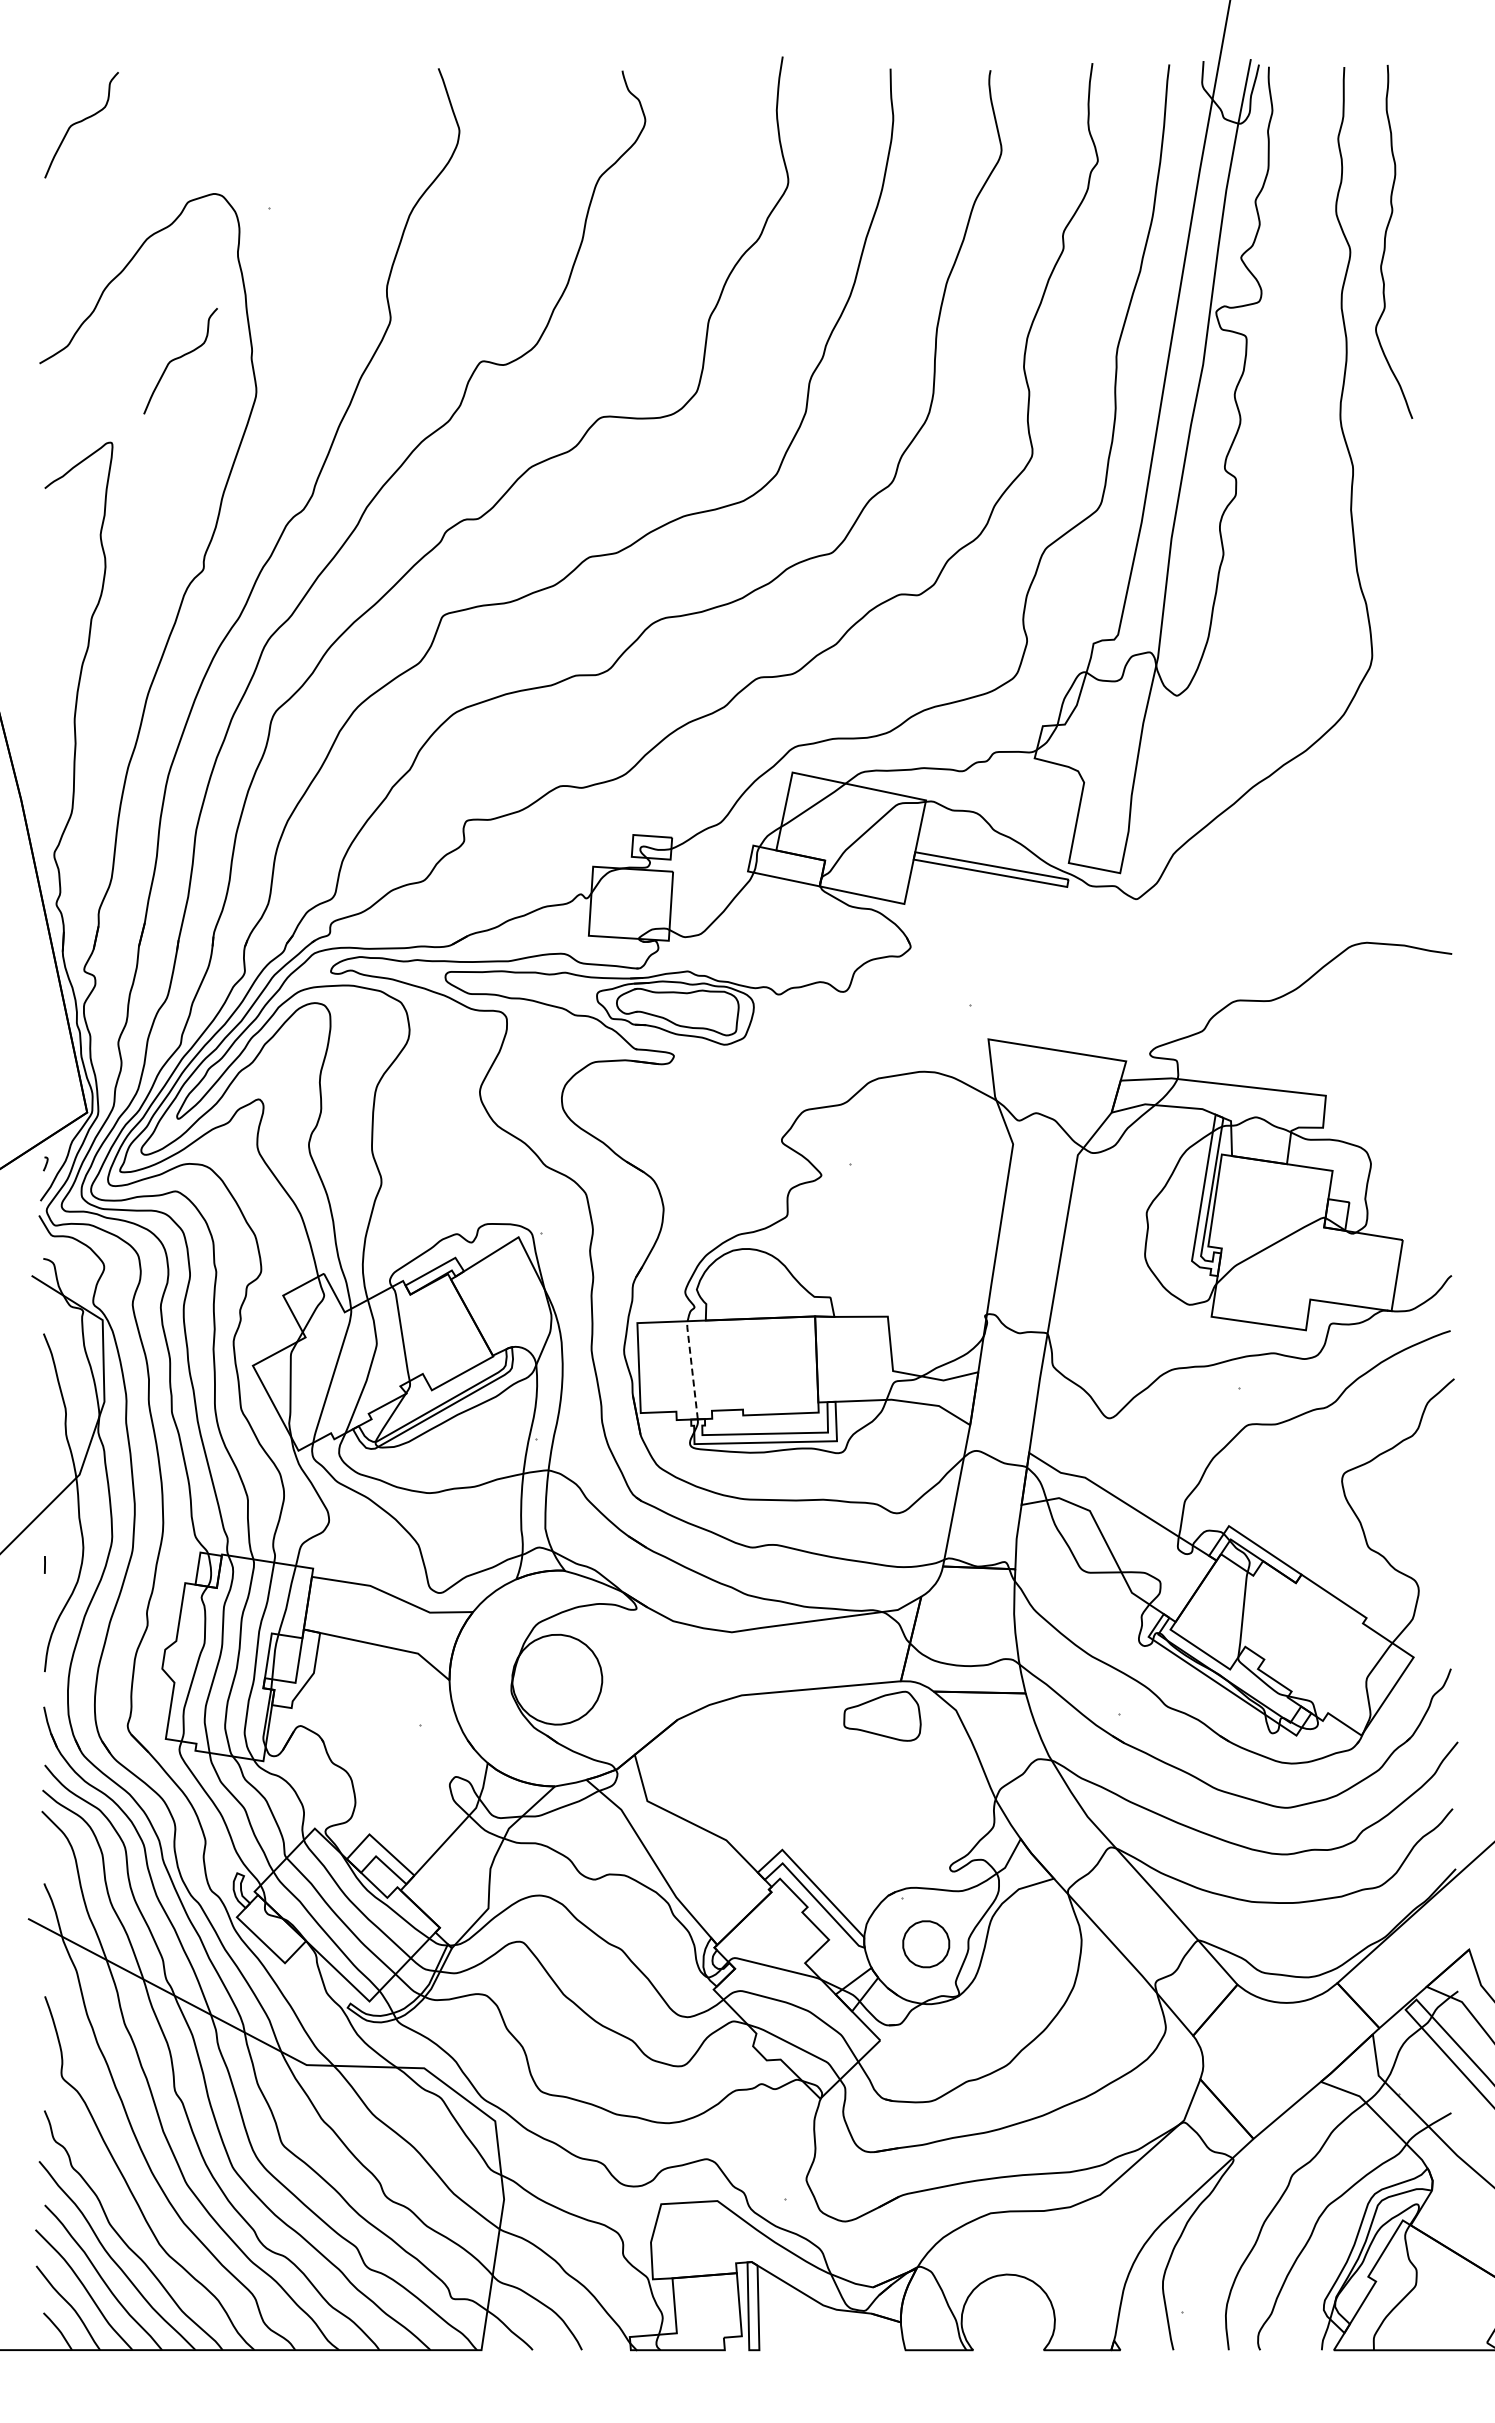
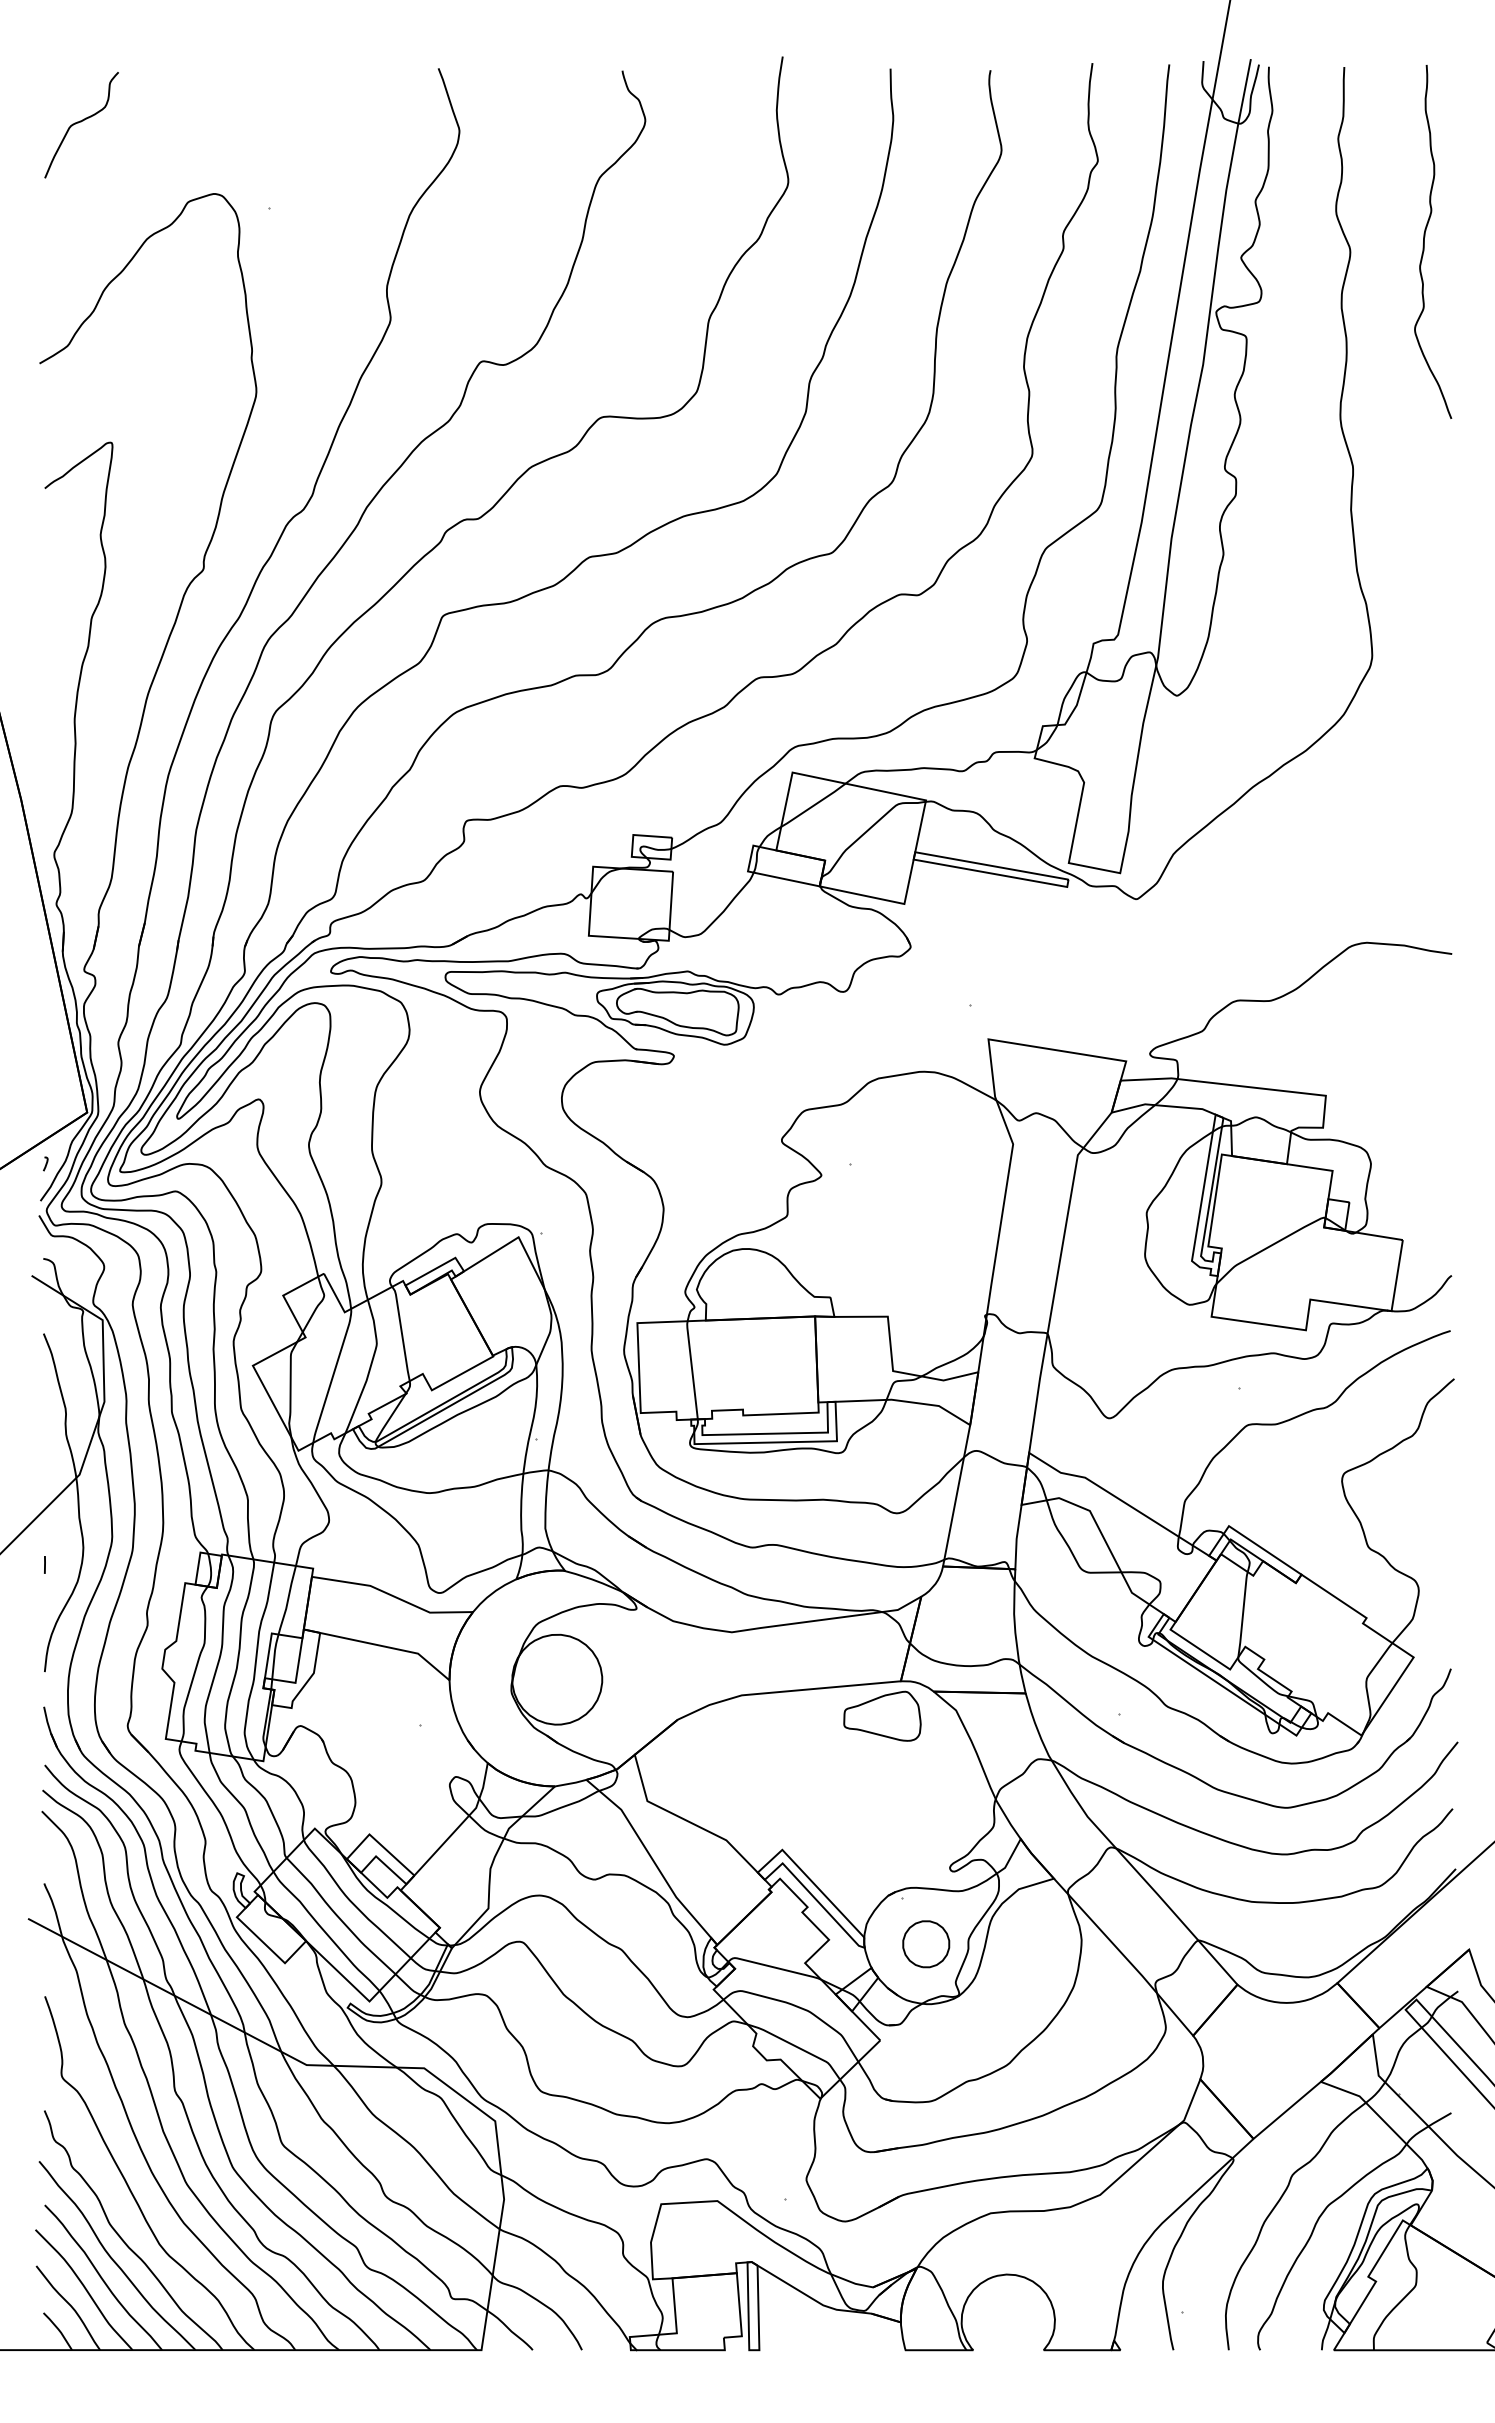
curve at (1386, 237) position: (1386, 237) -> (1425, 237)
curve at (180, 358): present -> none
line at (692, 1368): dashed -> solid
